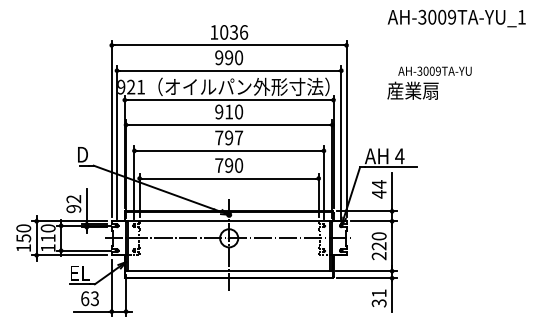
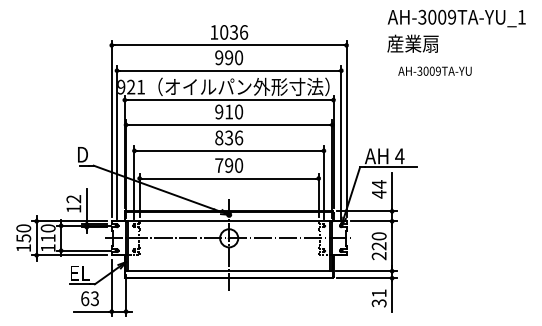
text at (412, 90) position: (412, 90) -> (412, 43)
text at (229, 137): 797 -> 836
text at (73, 209): 92 -> 12
